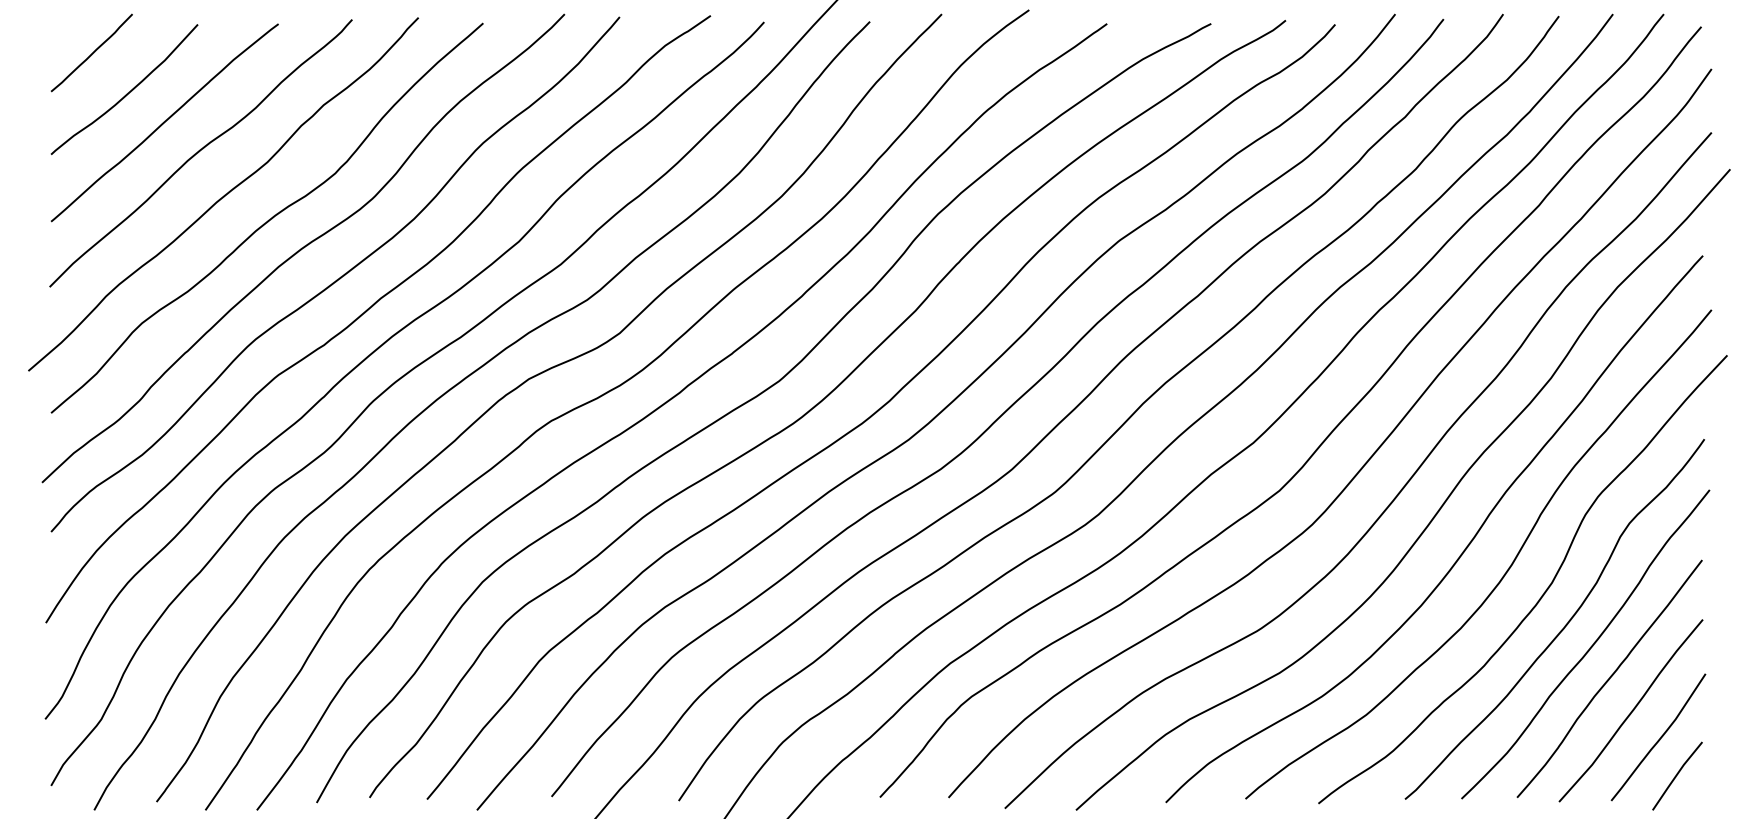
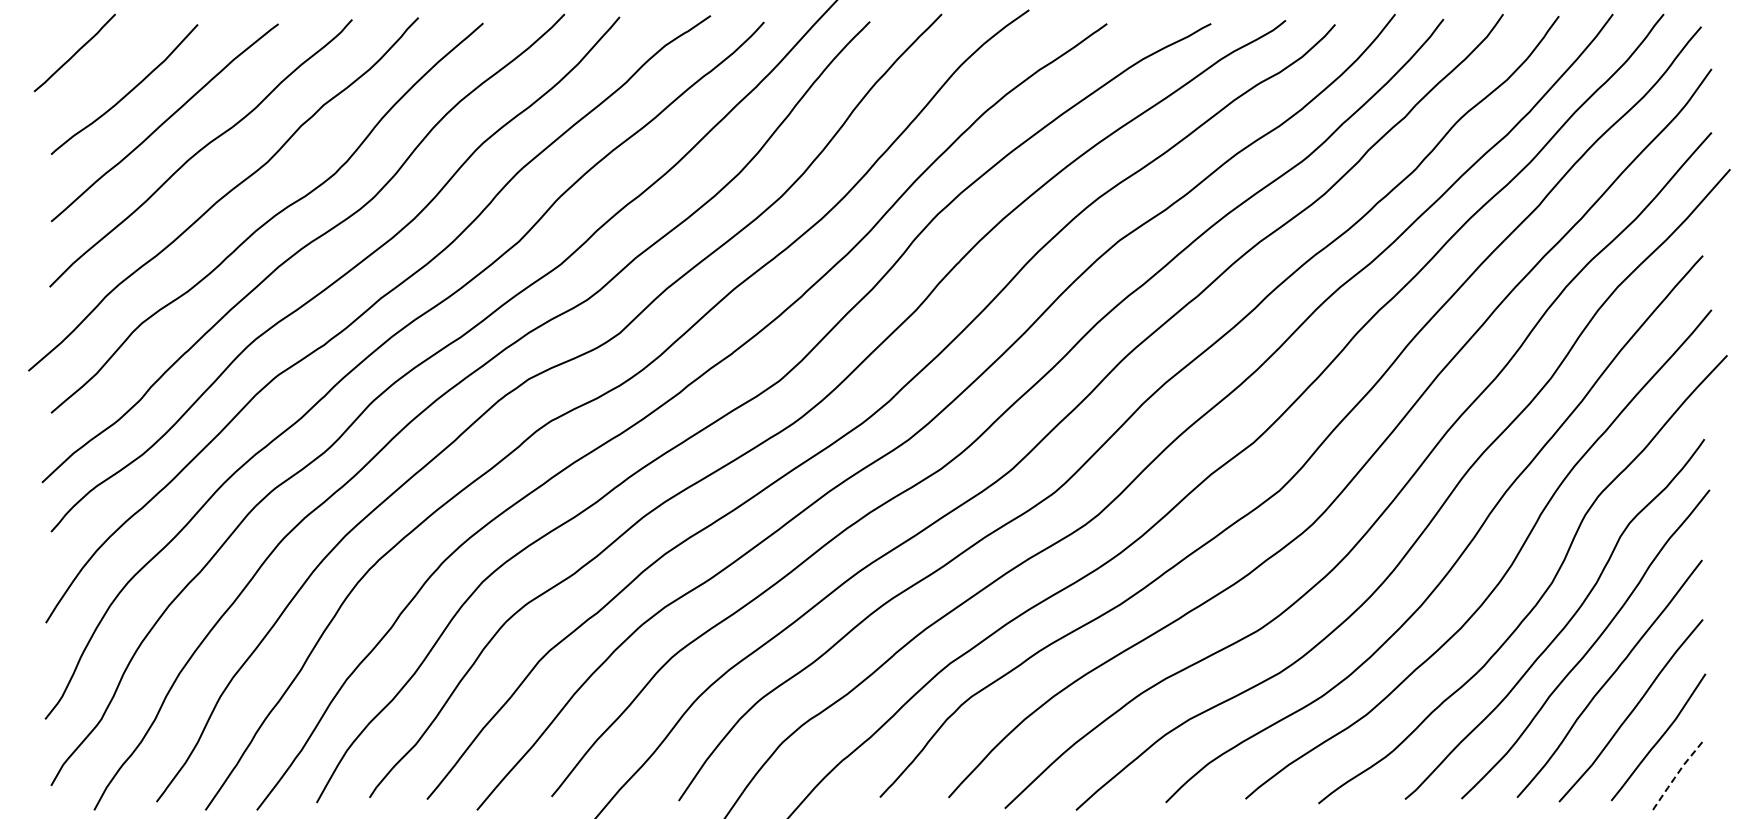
curve at (92, 52) position: (92, 52) -> (75, 52)
line at (1676, 775): solid -> dashed
